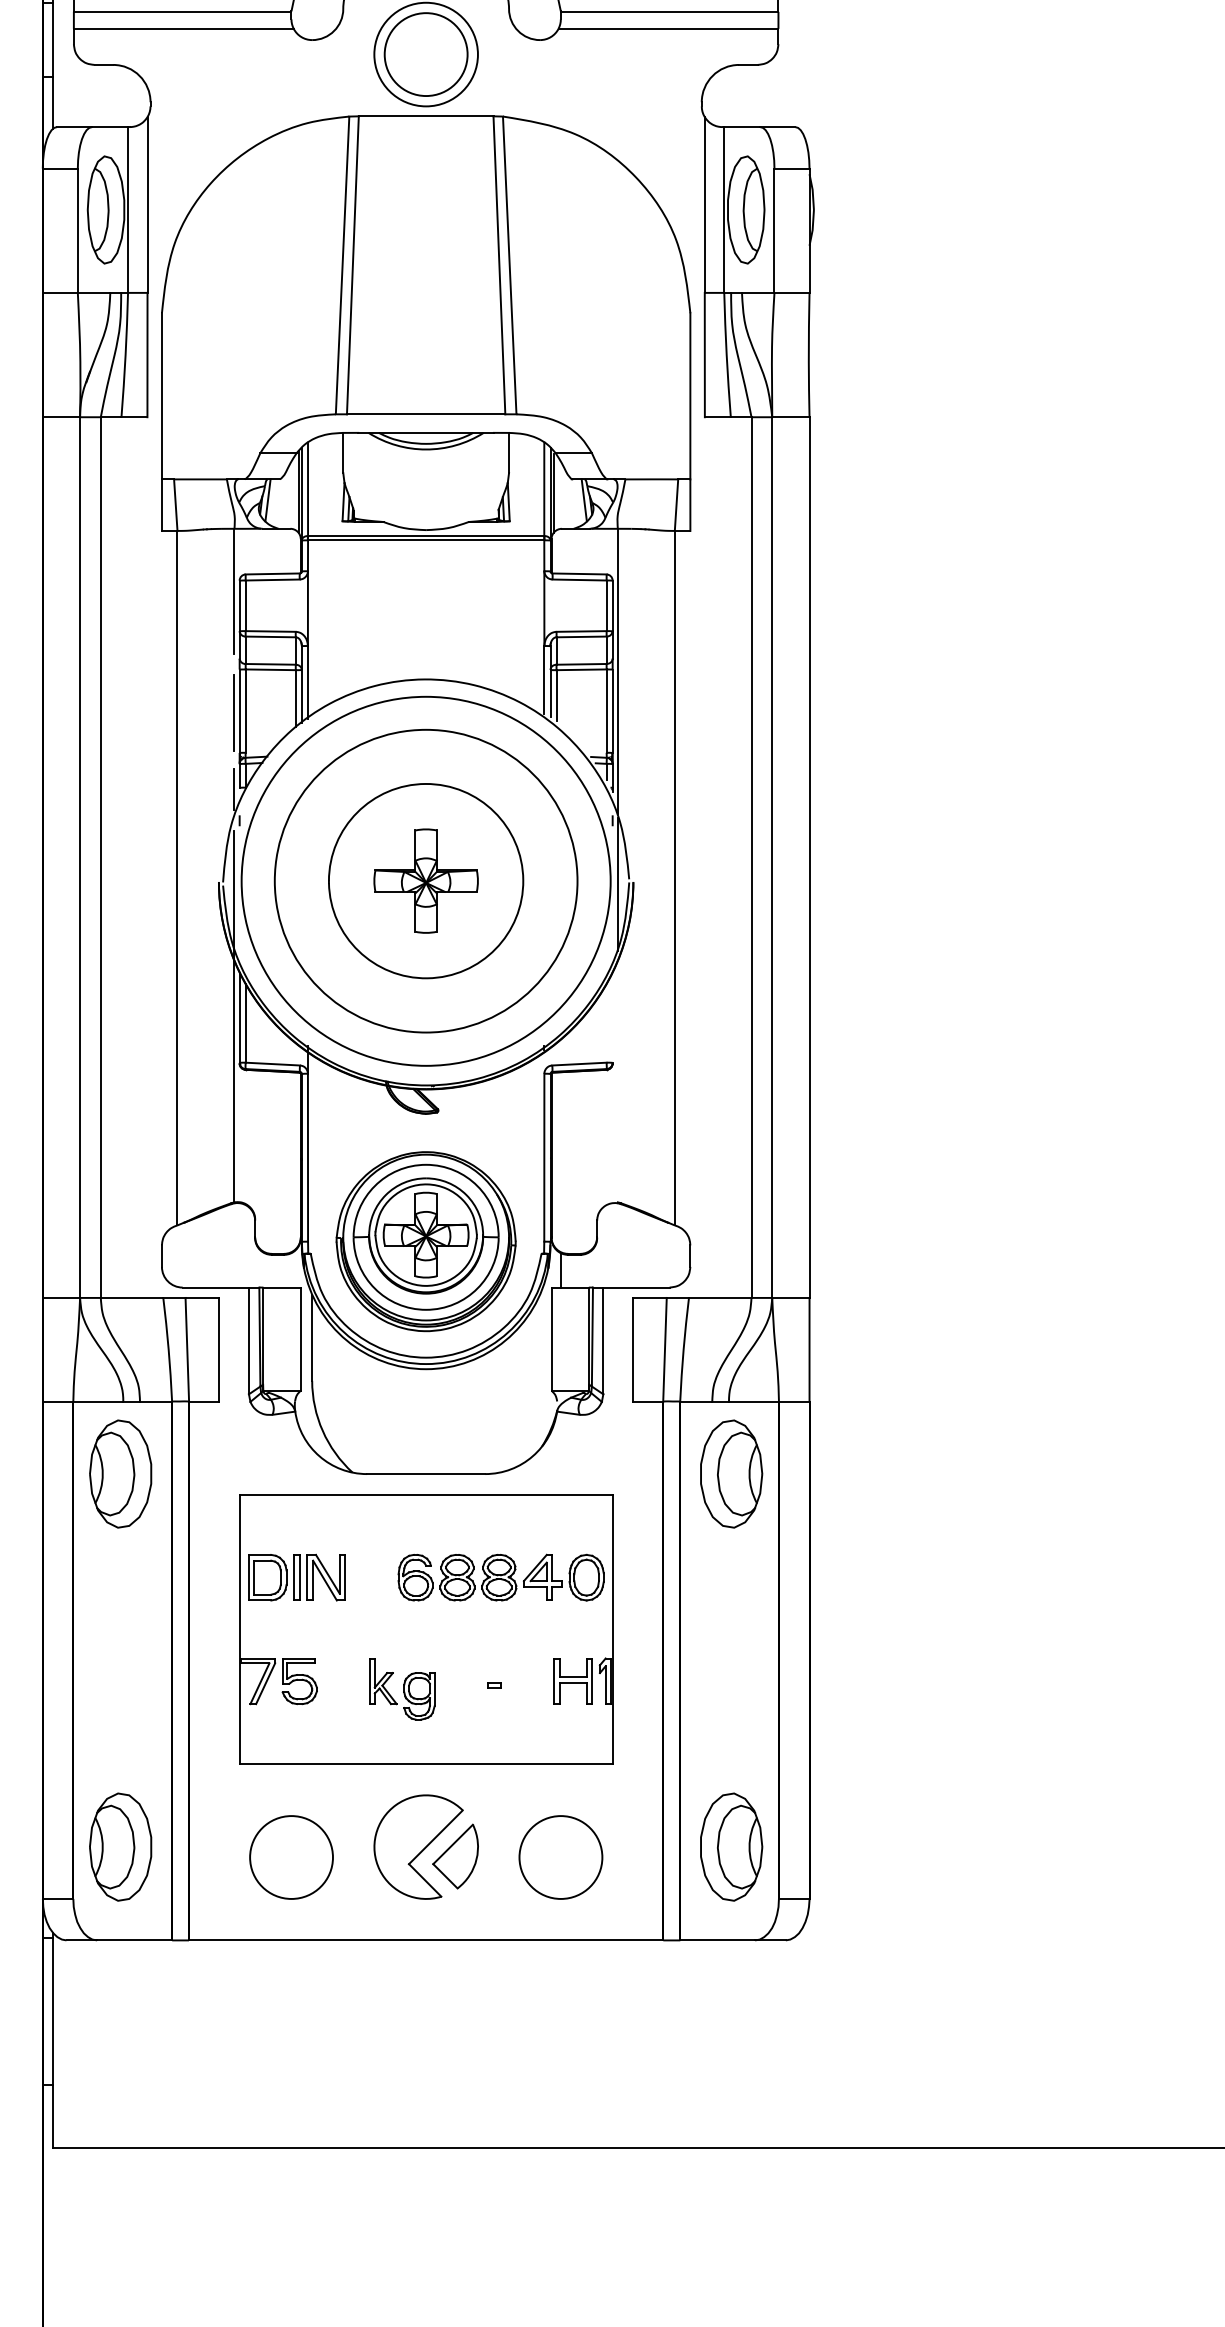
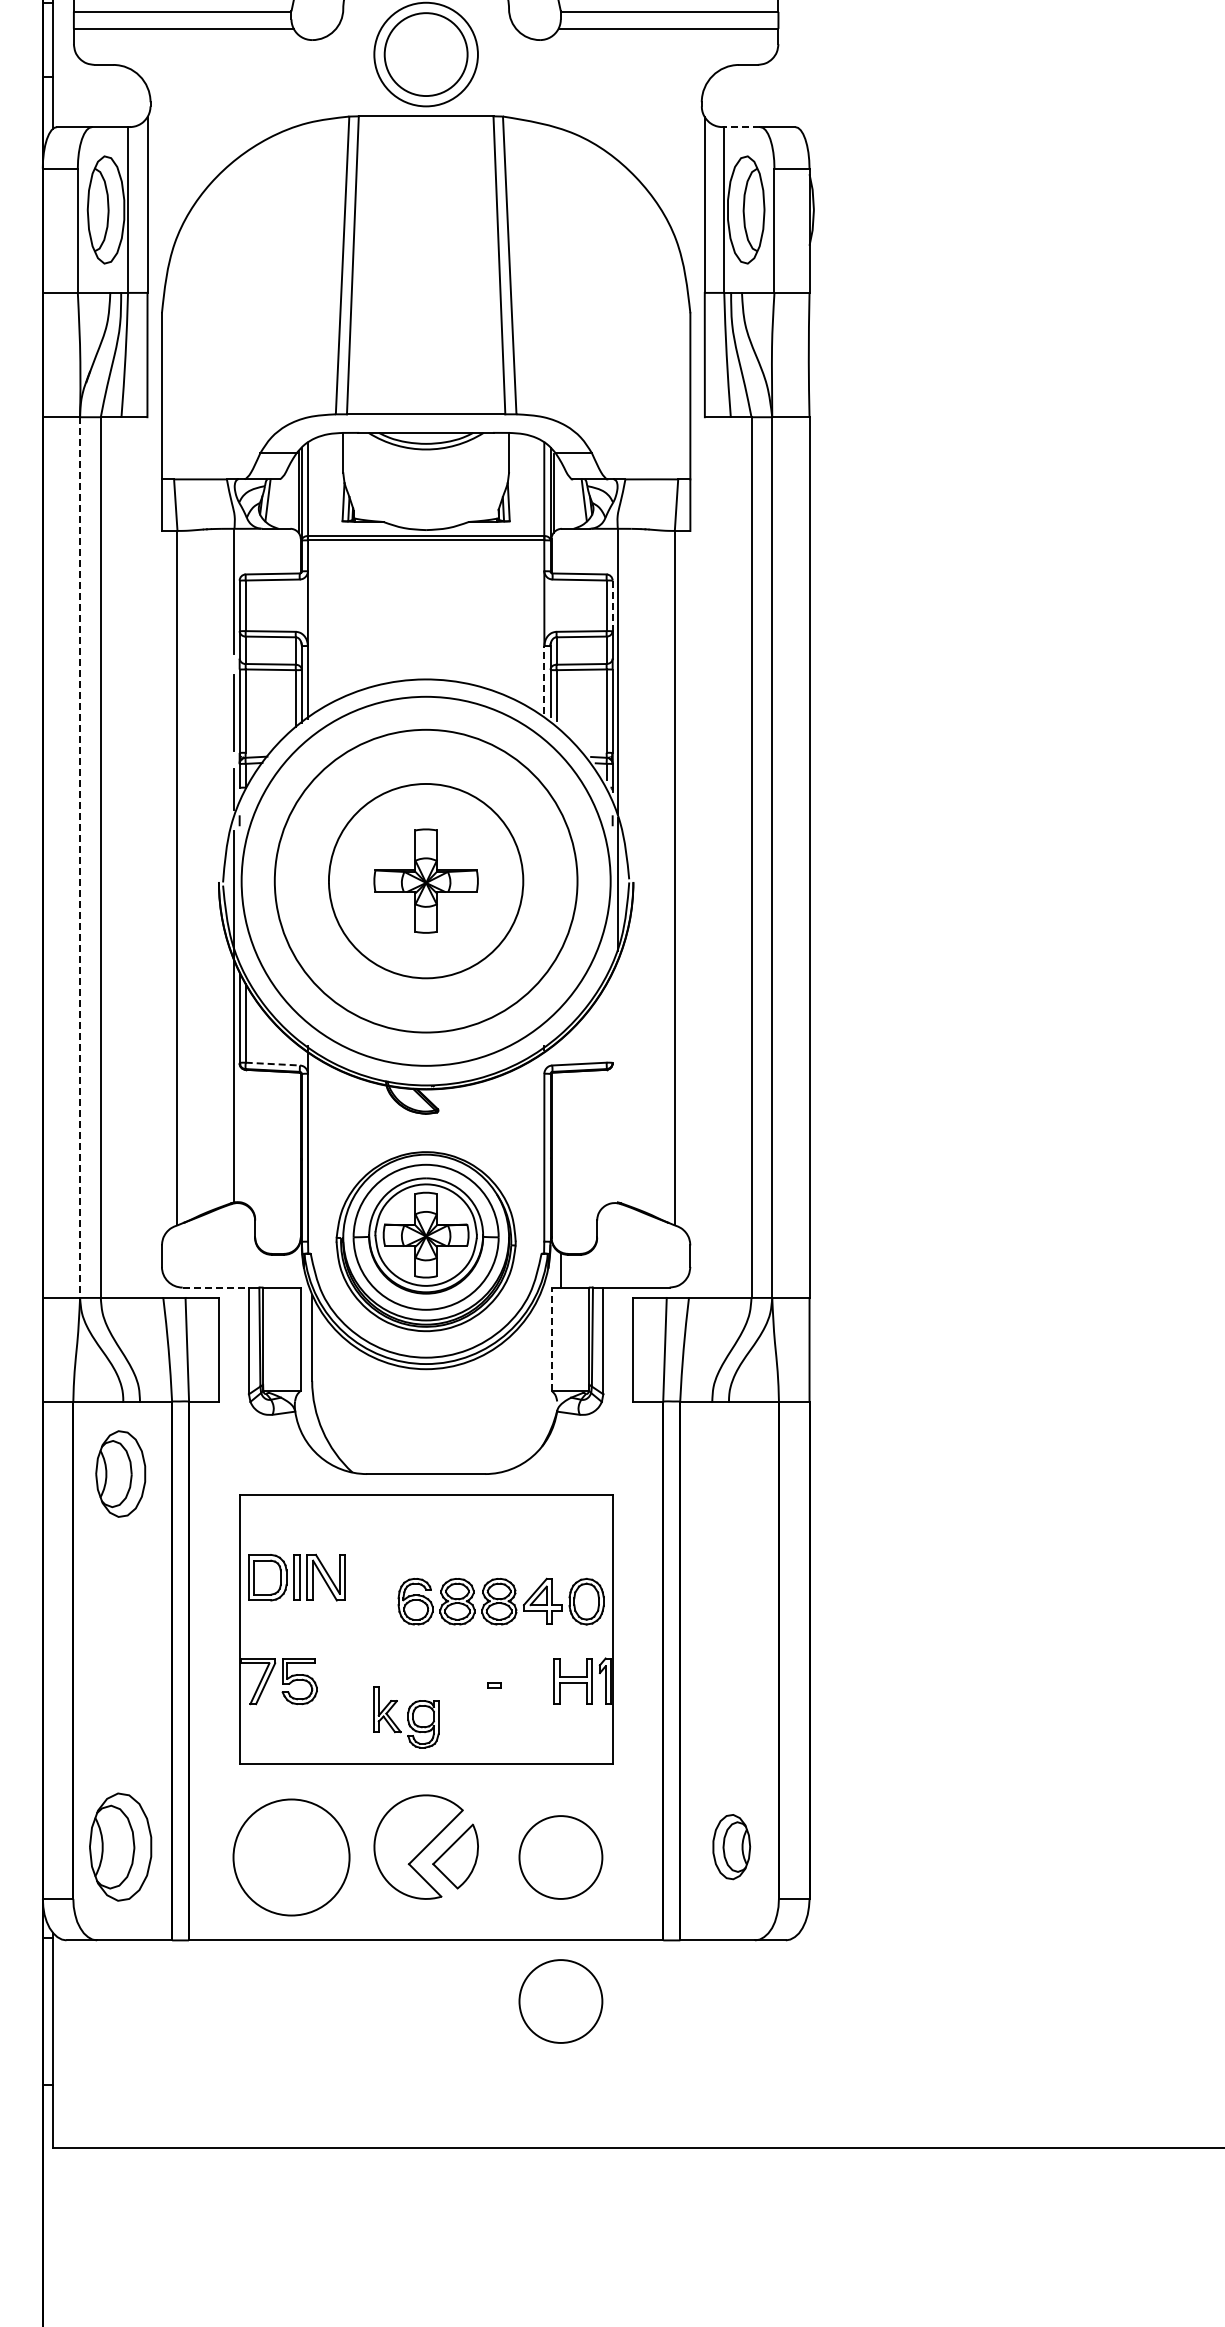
line at (741, 127): solid -> dashed
line at (612, 606): solid -> dashed
line at (544, 679): solid -> dashed
line at (80, 858): solid -> dashed
line at (273, 1064): solid -> dashed
line at (216, 1287): solid -> dashed
line at (551, 1339): solid -> dashed
part at (120, 1473) size: 64x110 px -> 52x88 px
part at (731, 1473): present -> none
part at (500, 1577) position: (500, 1577) -> (500, 1601)
part at (402, 1689) position: (402, 1689) -> (406, 1717)
part at (731, 1846) size: 64x110 px -> 40x67 px
circle at (291, 1857) diameter: 83 px -> 116 px
circle at (560, 2001): none -> present
